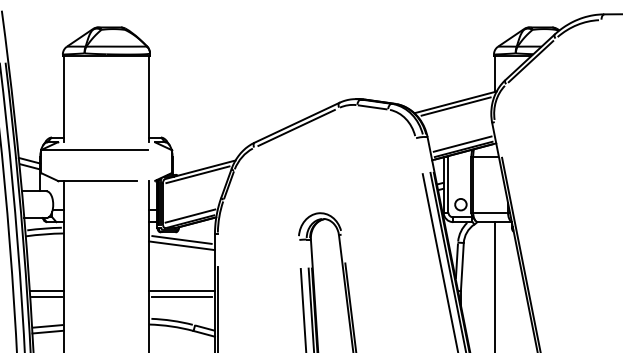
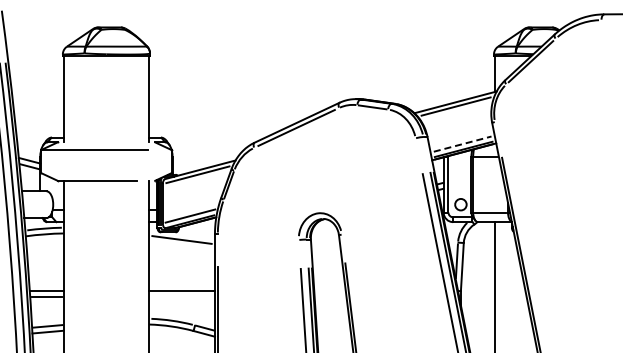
line at (462, 144): solid -> dashed
line at (181, 245): present -> none
line at (181, 296): present -> none
